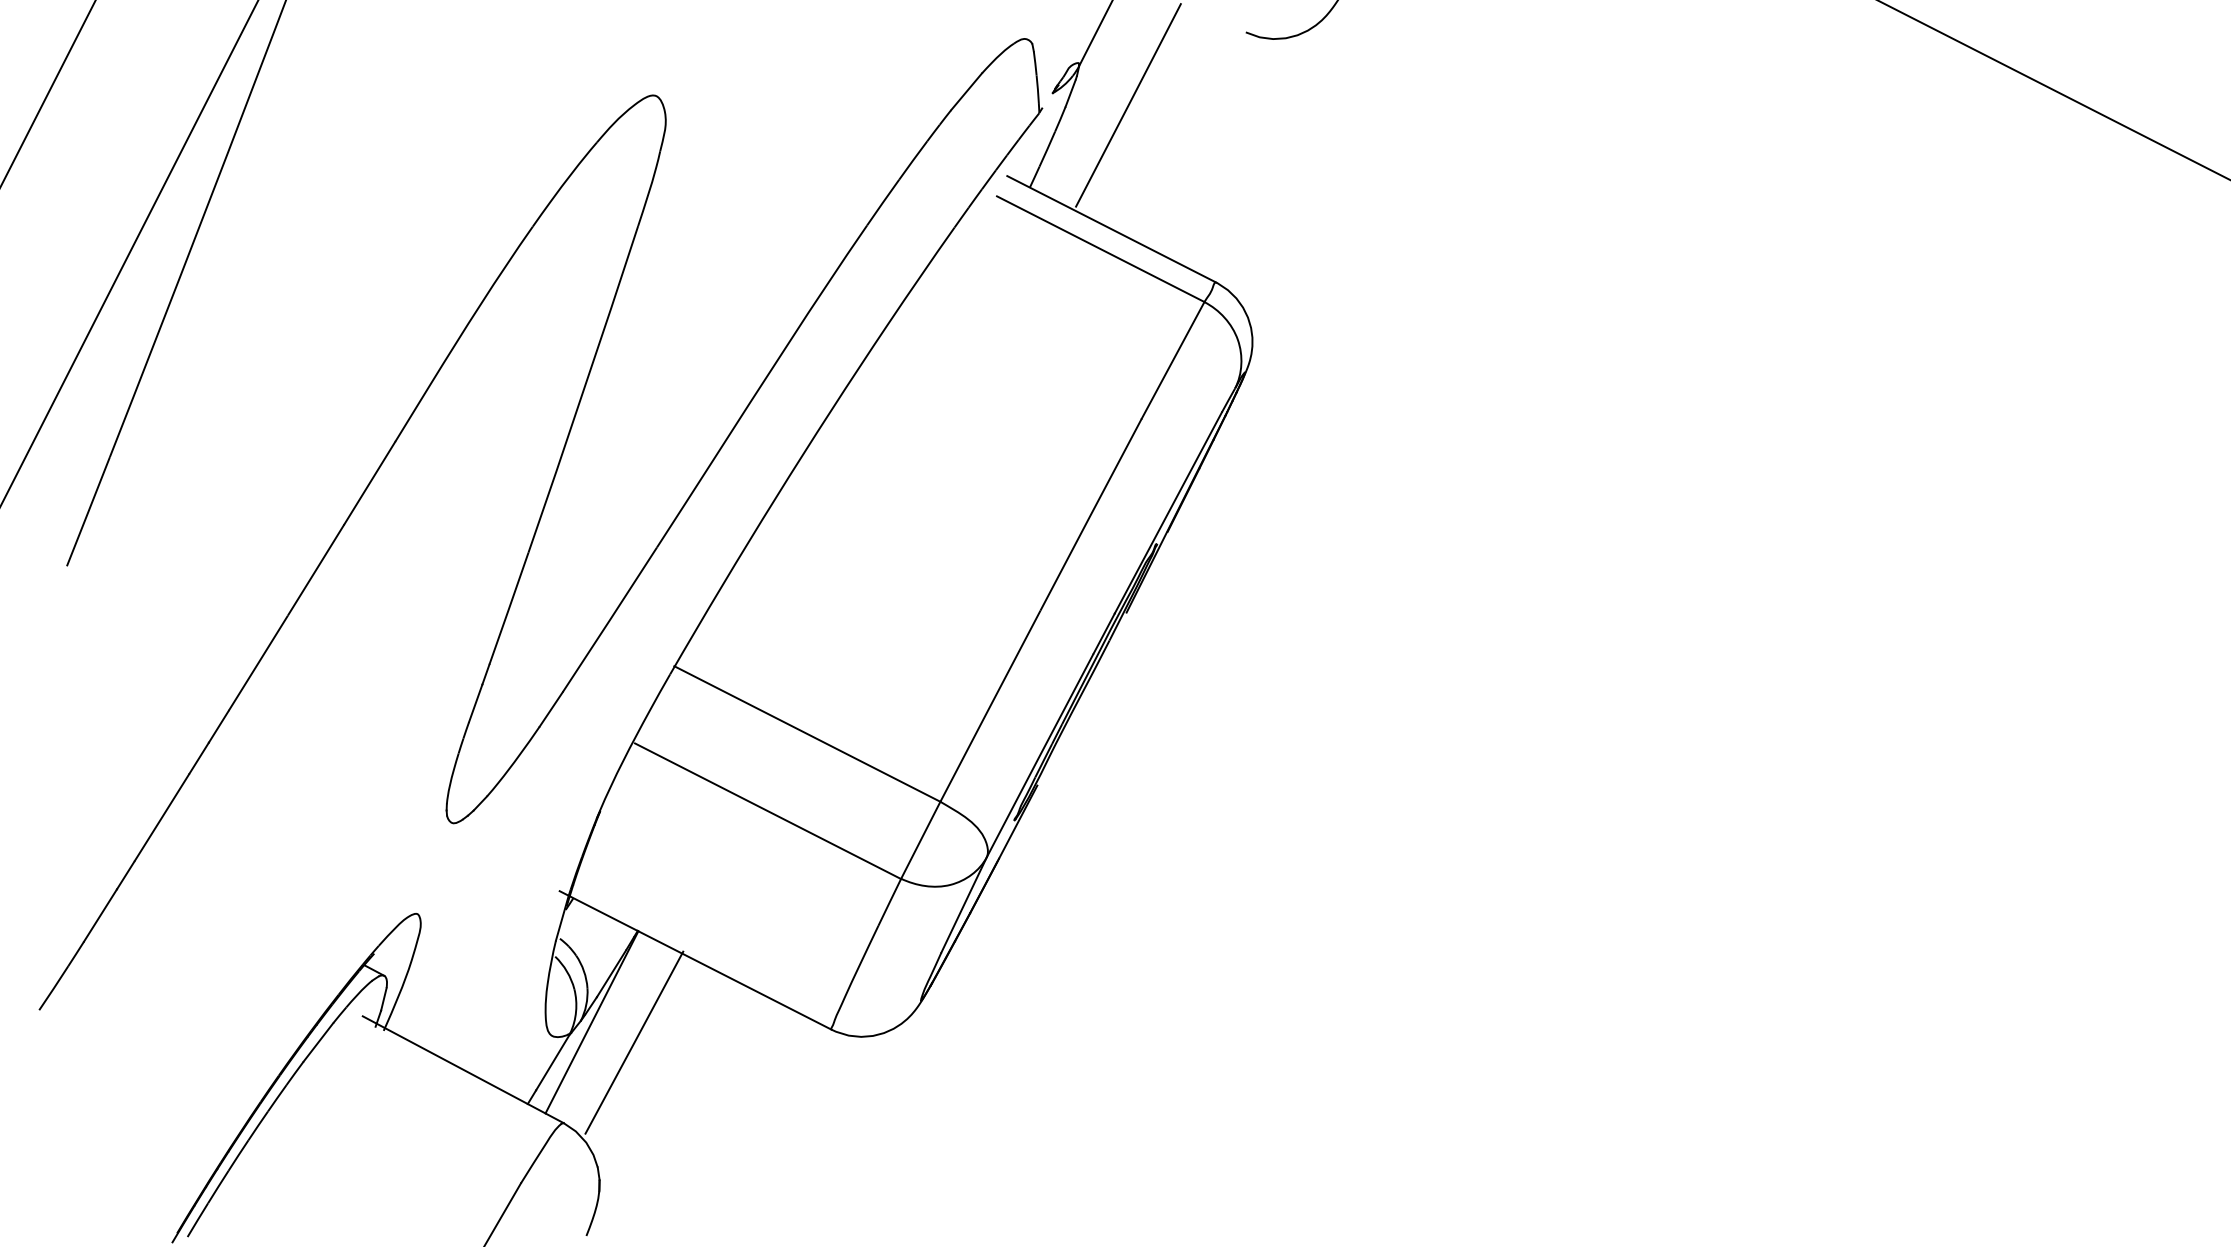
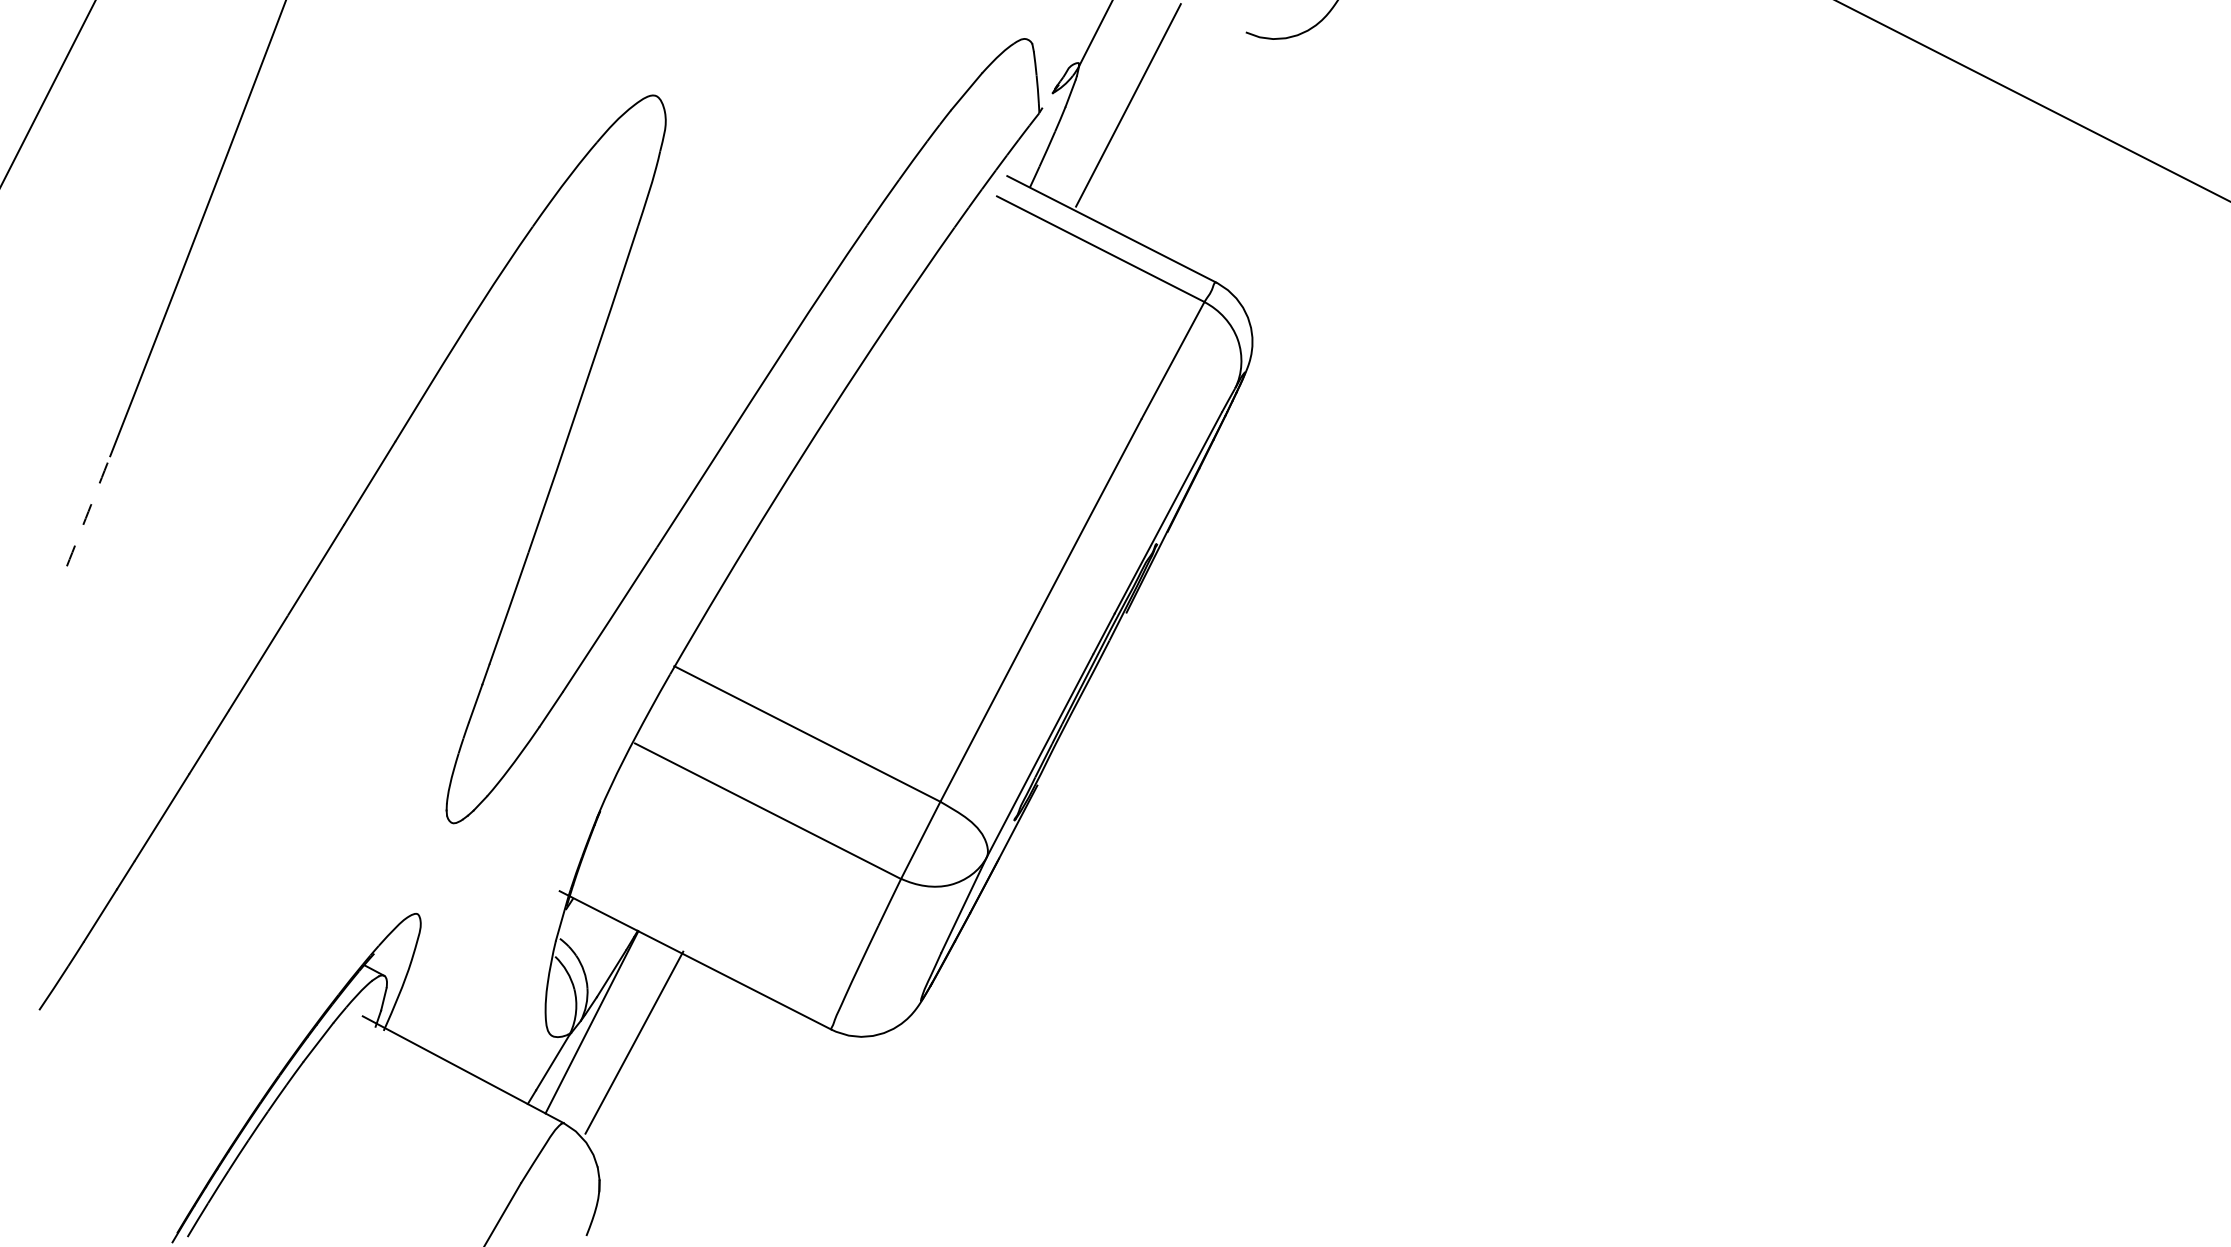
line at (2054, 90) position: (2054, 90) -> (2032, 101)
line at (129, 252): present -> none
arc at (88, 511): solid -> dashed
